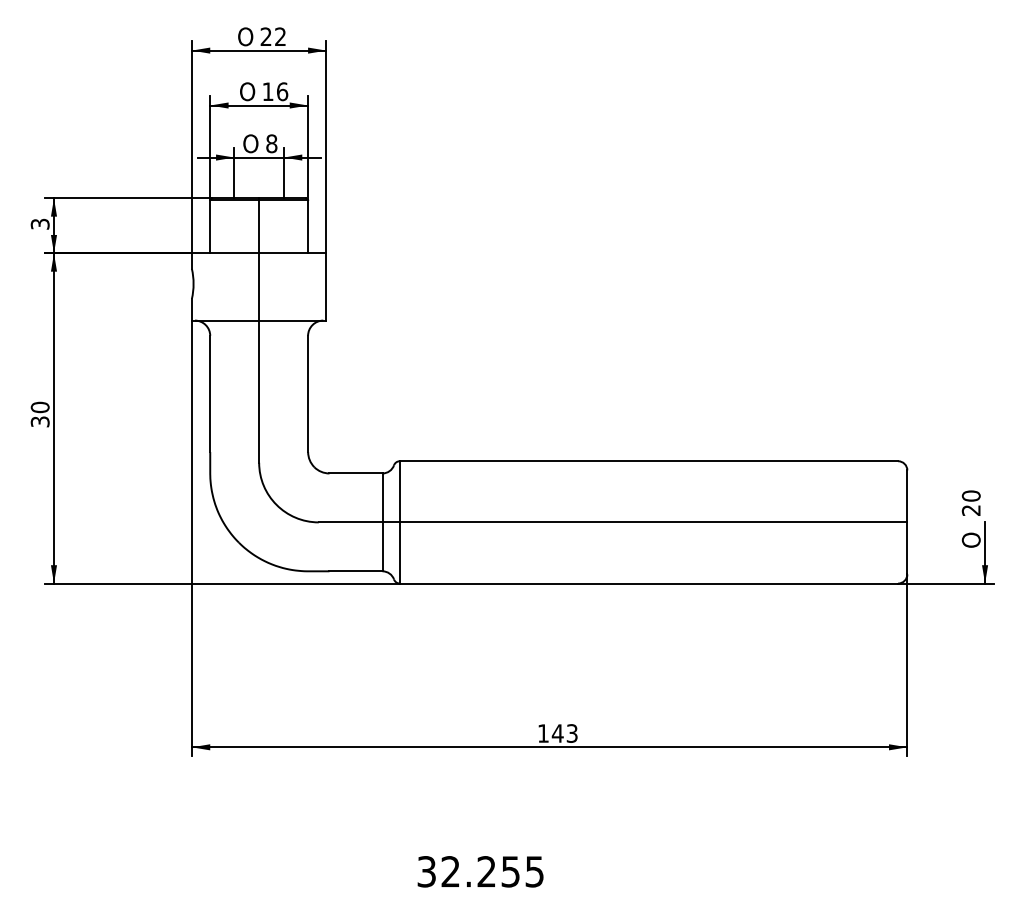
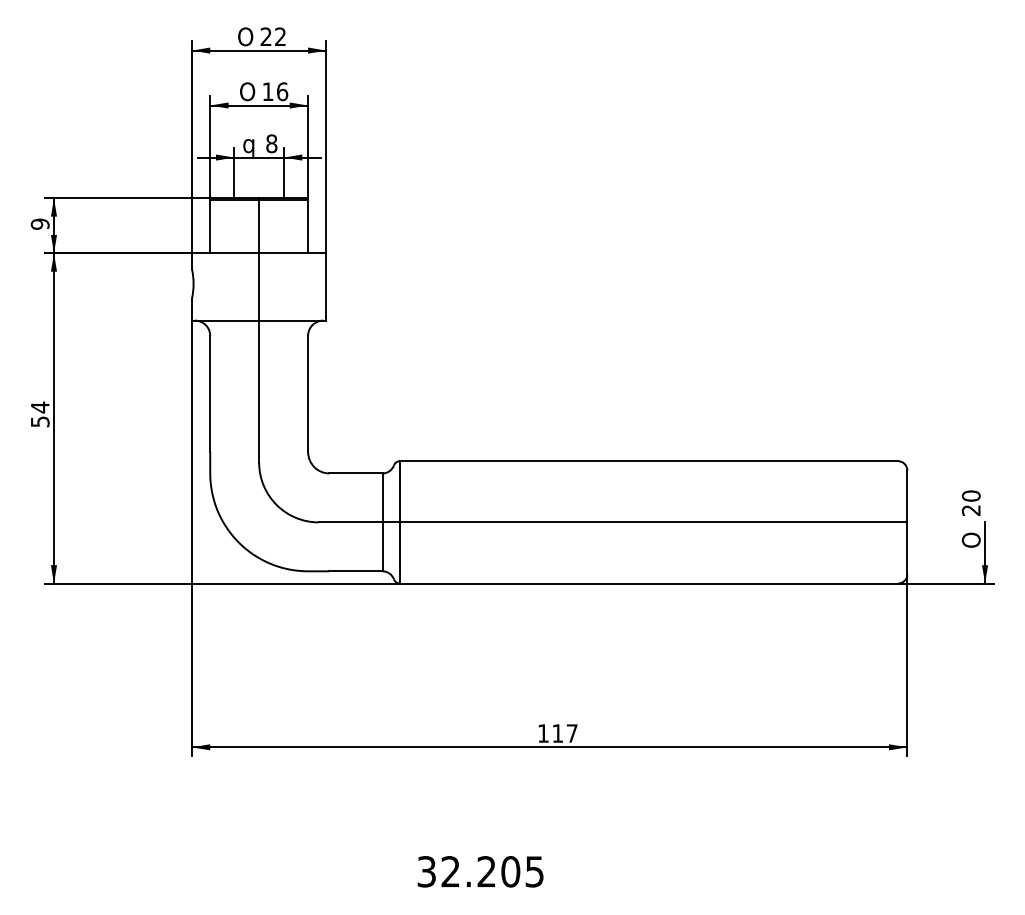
text at (250, 145): O -> q
text at (39, 223): 3 -> 9
text at (39, 413): 30 -> 54
text at (564, 733): 143 -> 117
text at (510, 871): 32.255 -> 32.205
